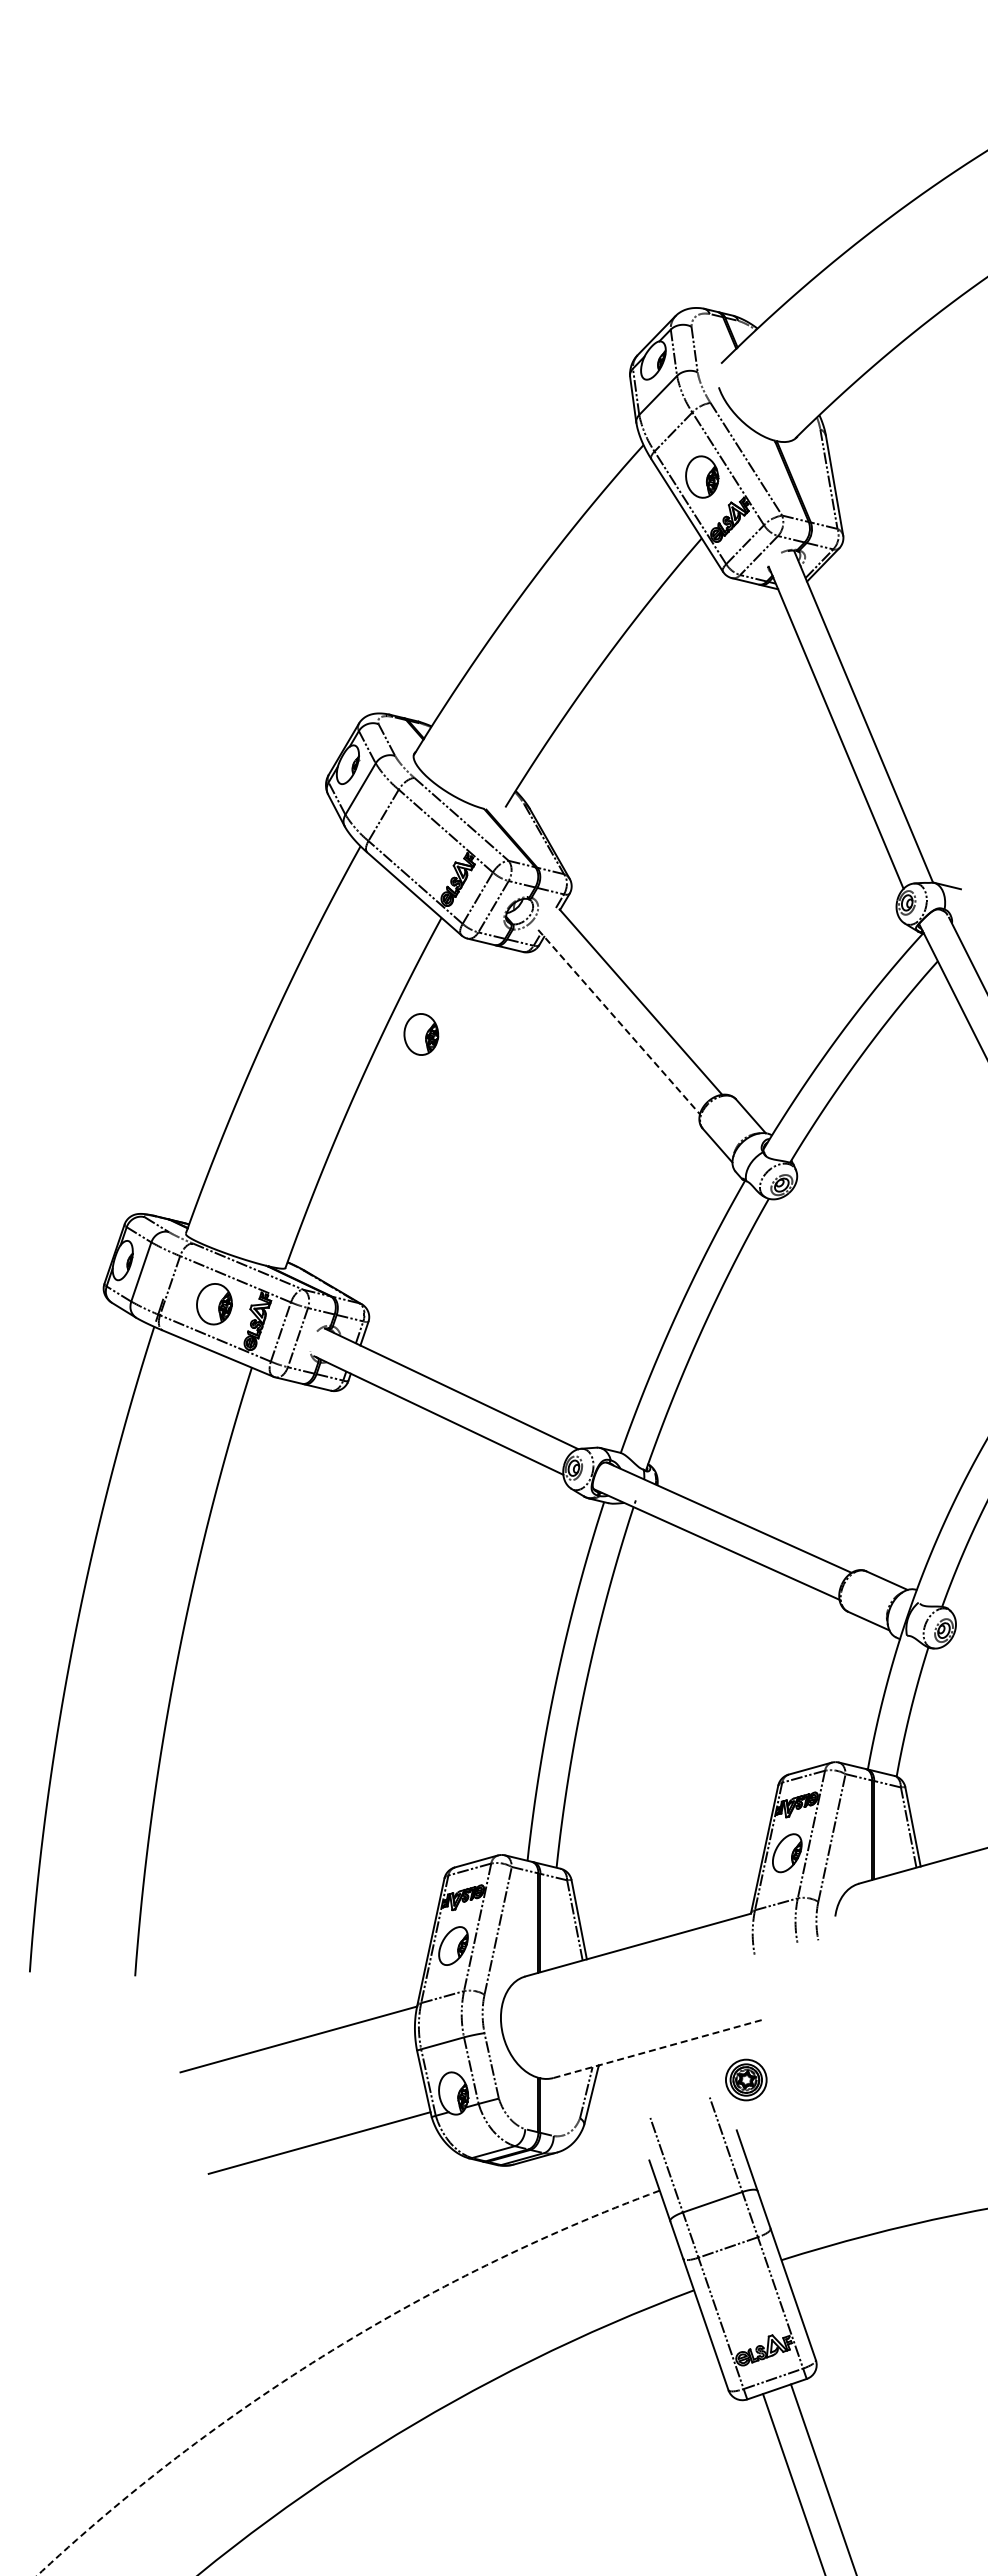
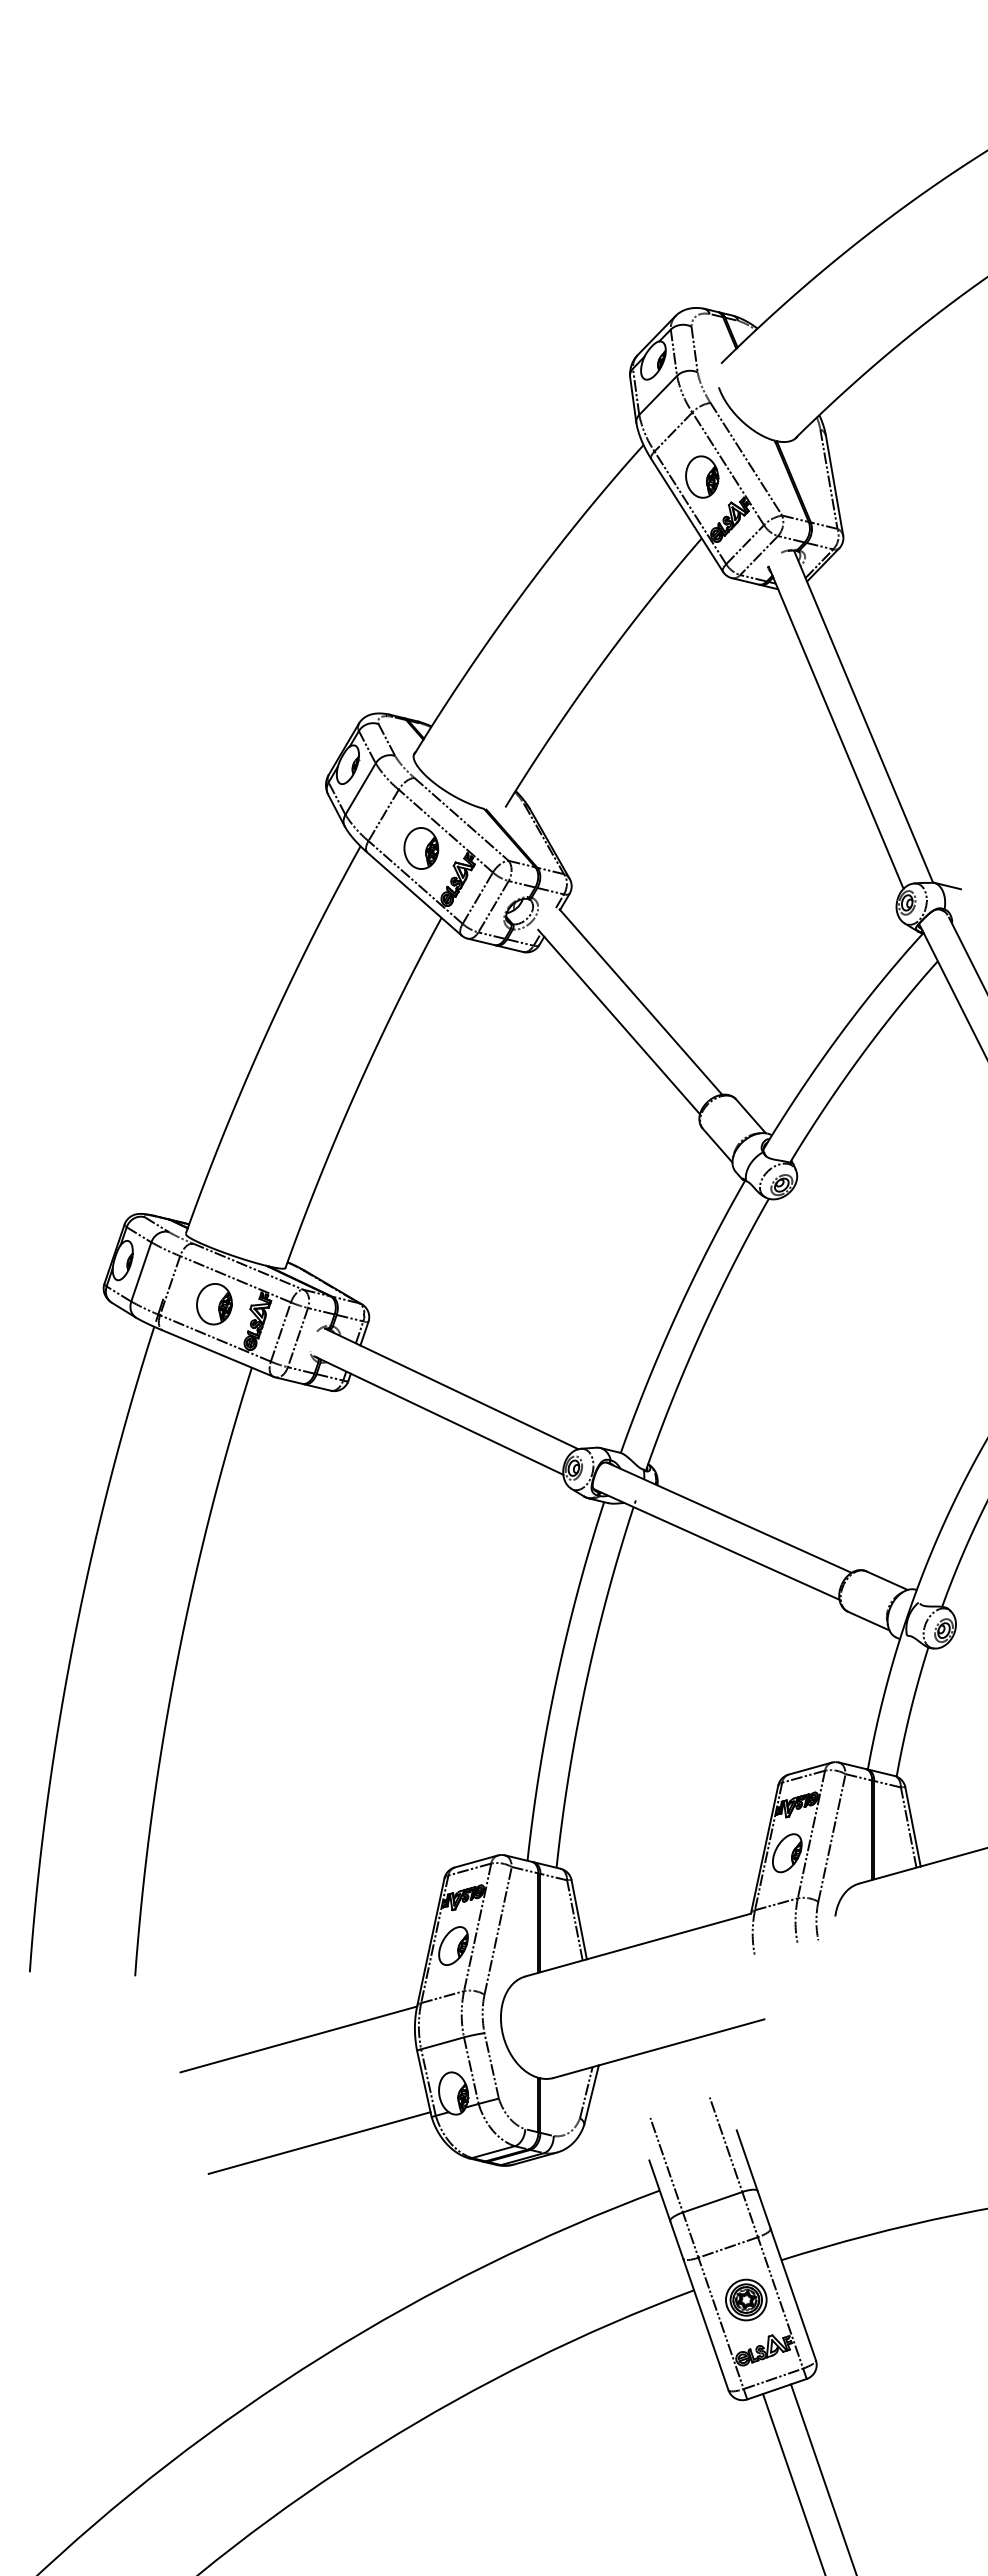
line at (619, 1022): dashed -> solid
part at (421, 1034) position: (421, 1034) -> (421, 848)
line at (659, 2048): dashed -> solid
part at (746, 2079) position: (746, 2079) -> (746, 2299)
arc at (328, 2352): dashed -> solid
